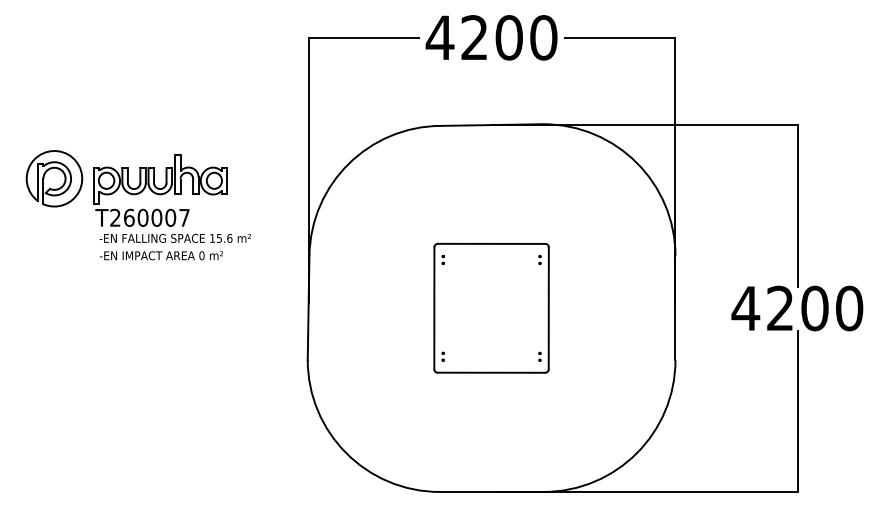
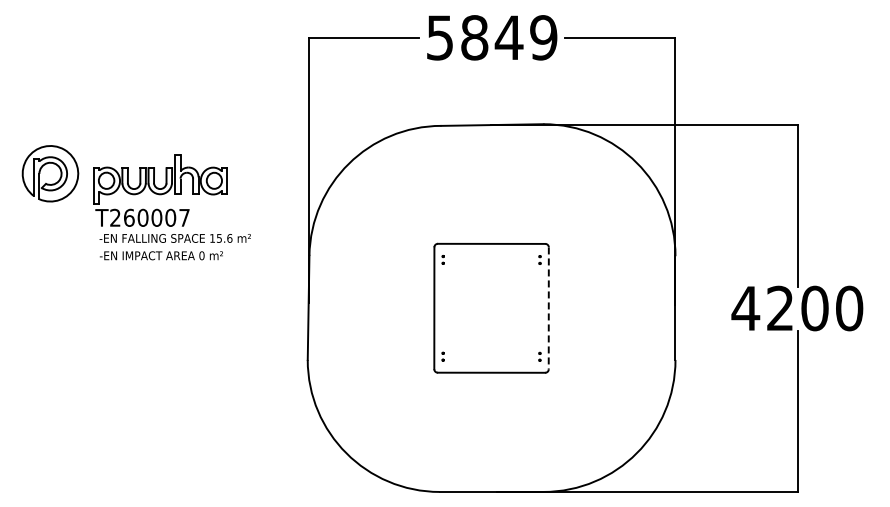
text at (491, 37): 4200 -> 5849
part at (54, 178) position: (54, 178) -> (50, 173)
line at (548, 308): solid -> dashed
